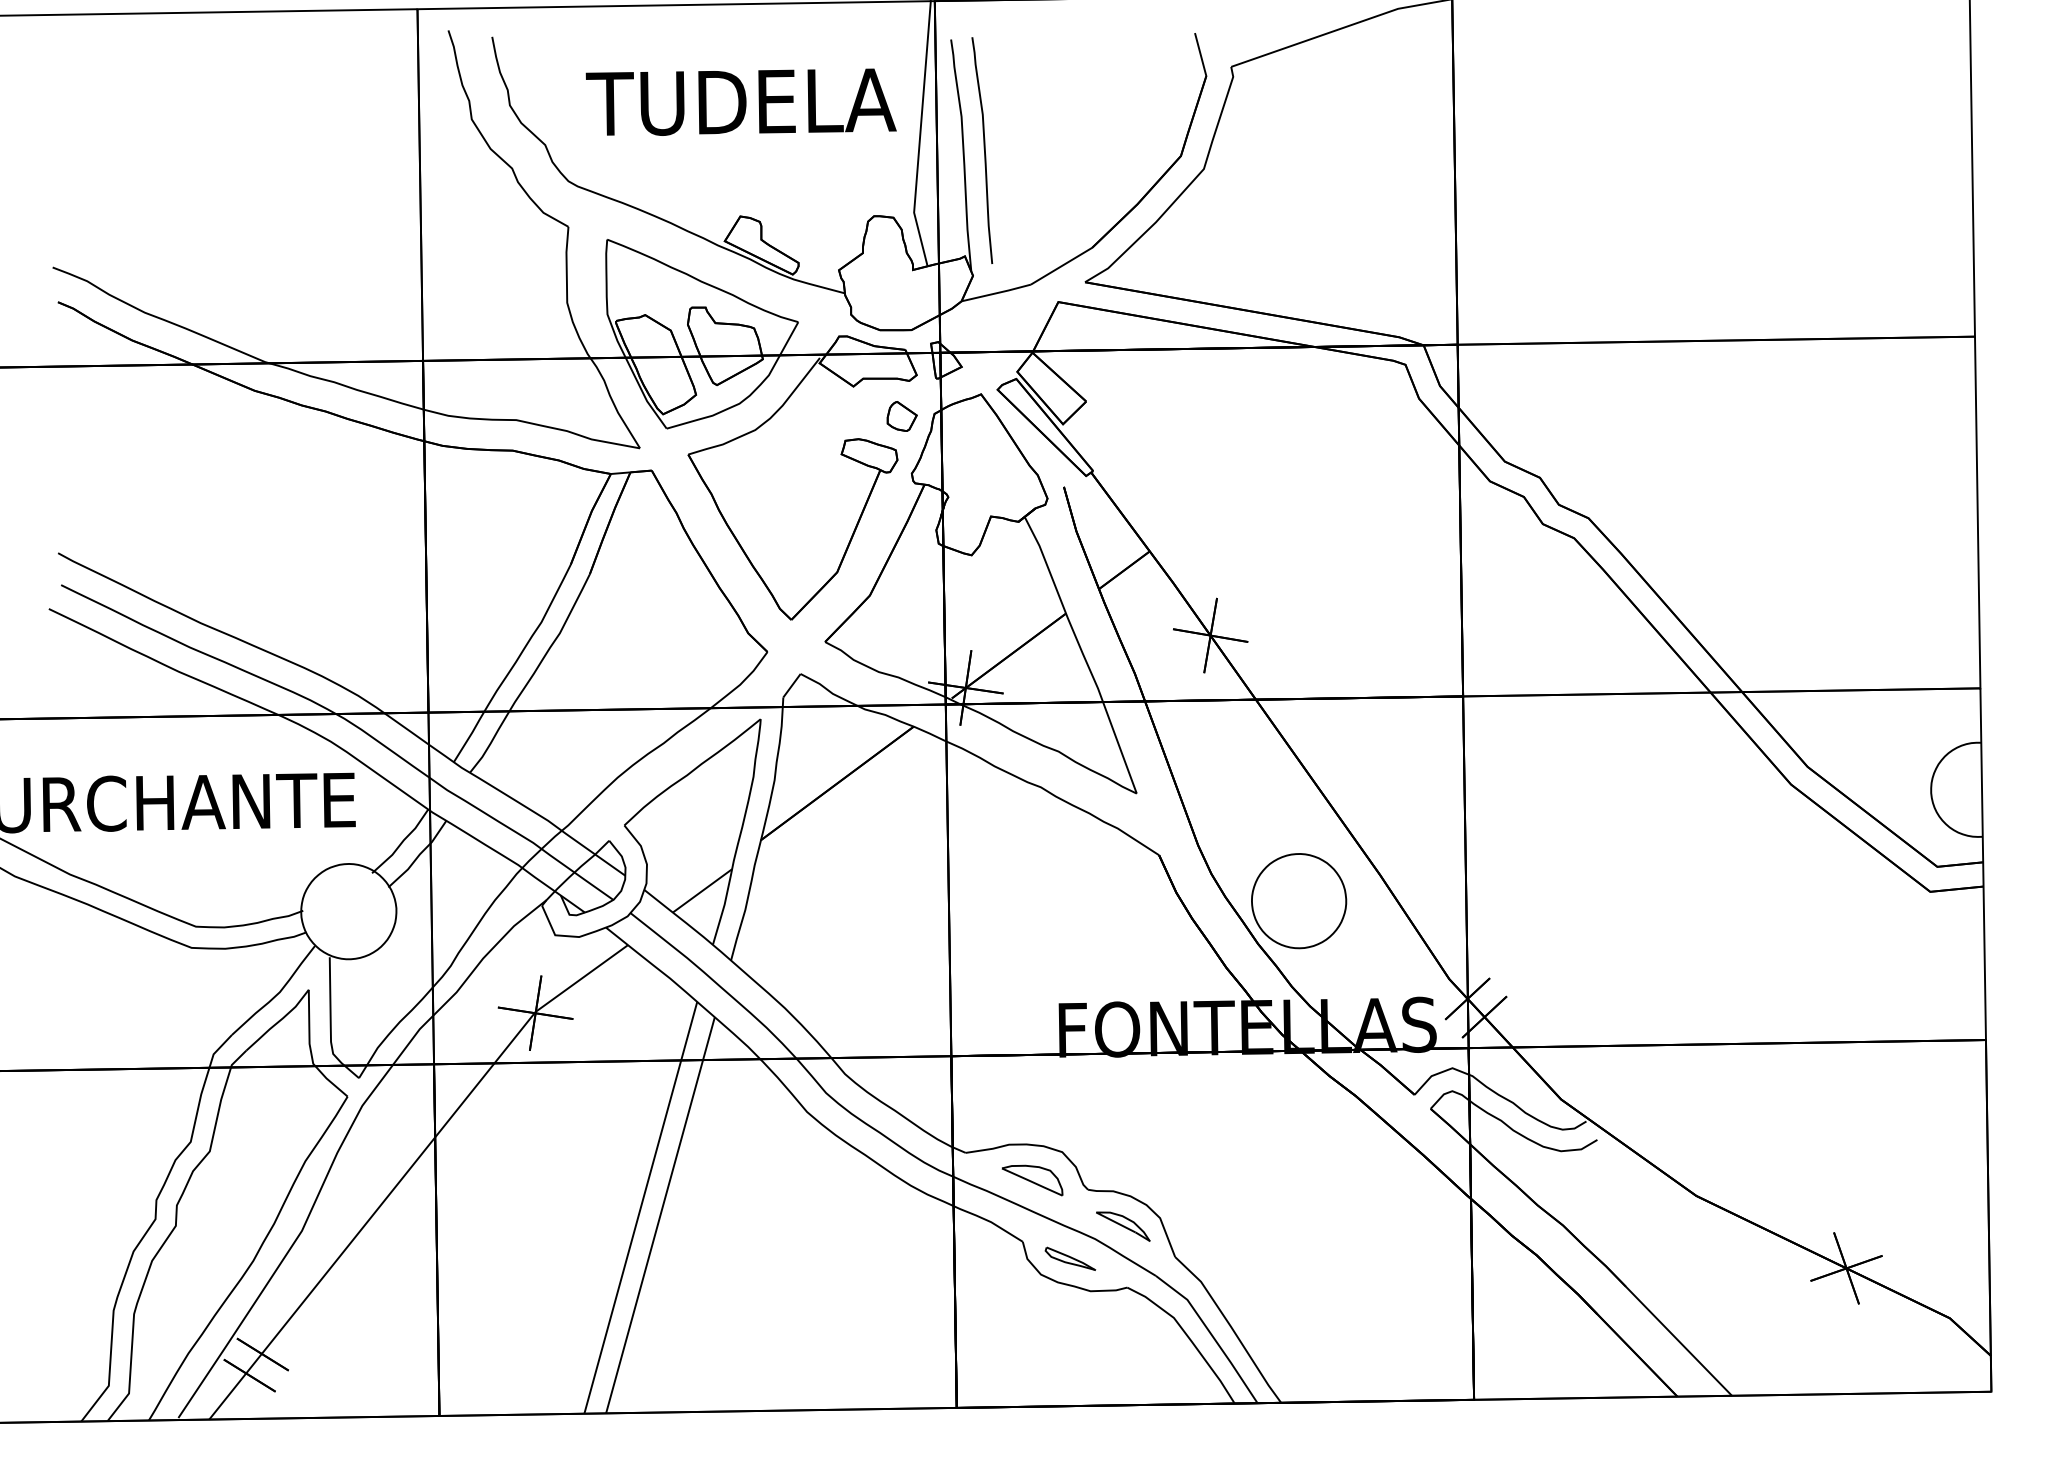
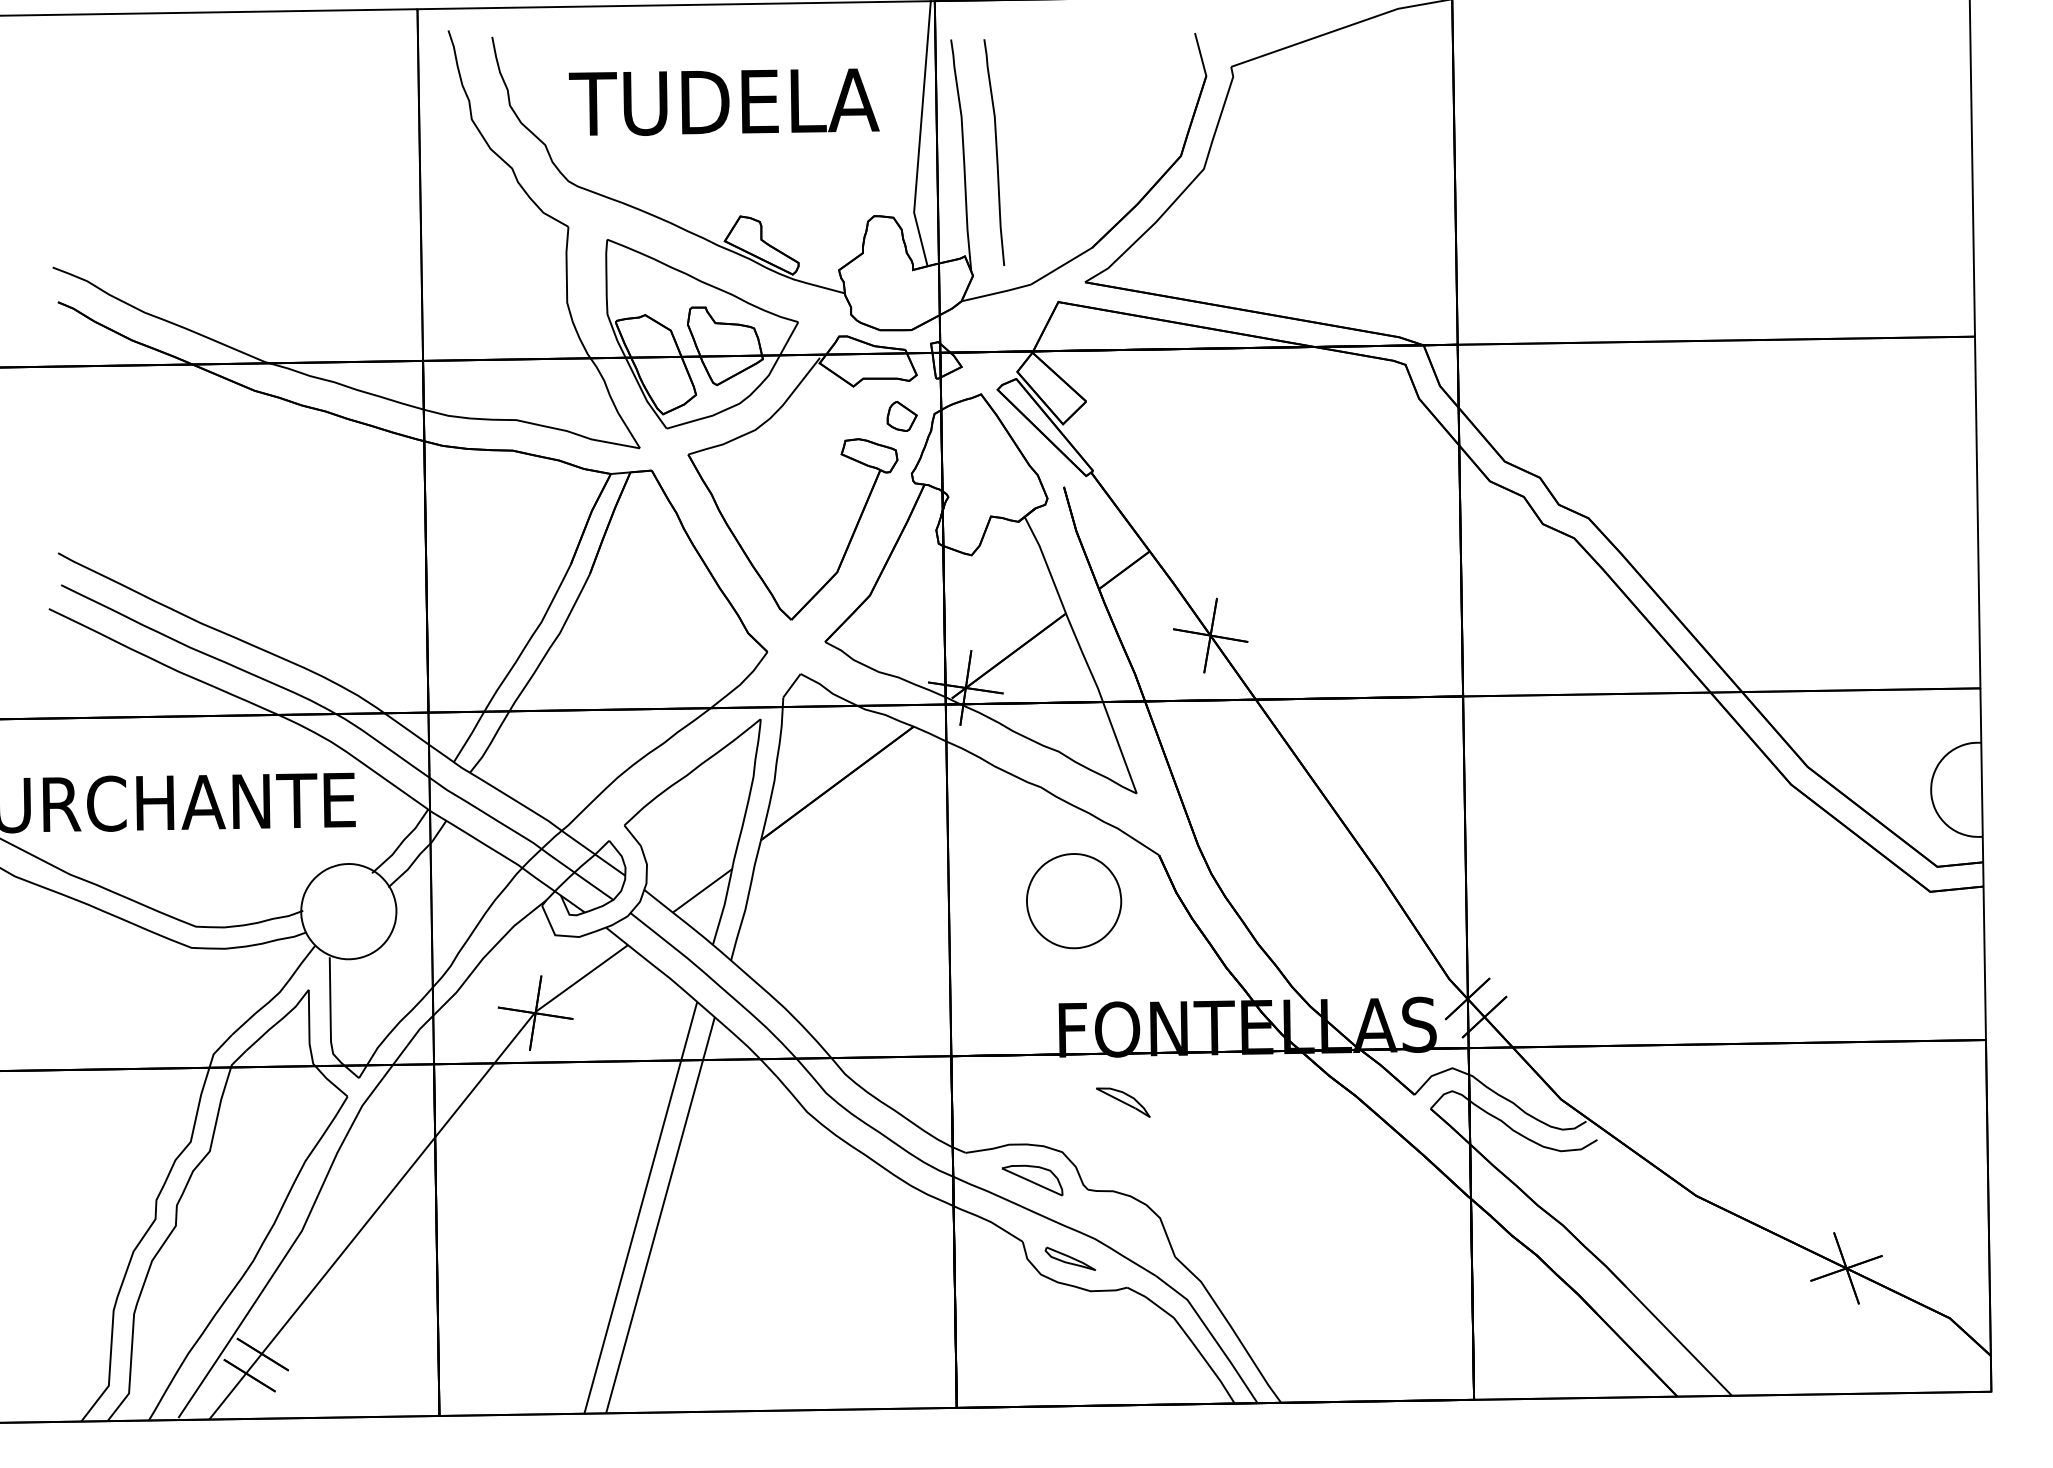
text at (740, 101) position: (740, 101) -> (723, 101)
curve at (984, 150) position: (984, 150) -> (996, 152)
part at (1299, 901) position: (1299, 901) -> (1074, 901)
part at (1123, 1226) position: (1123, 1226) -> (1123, 1102)
